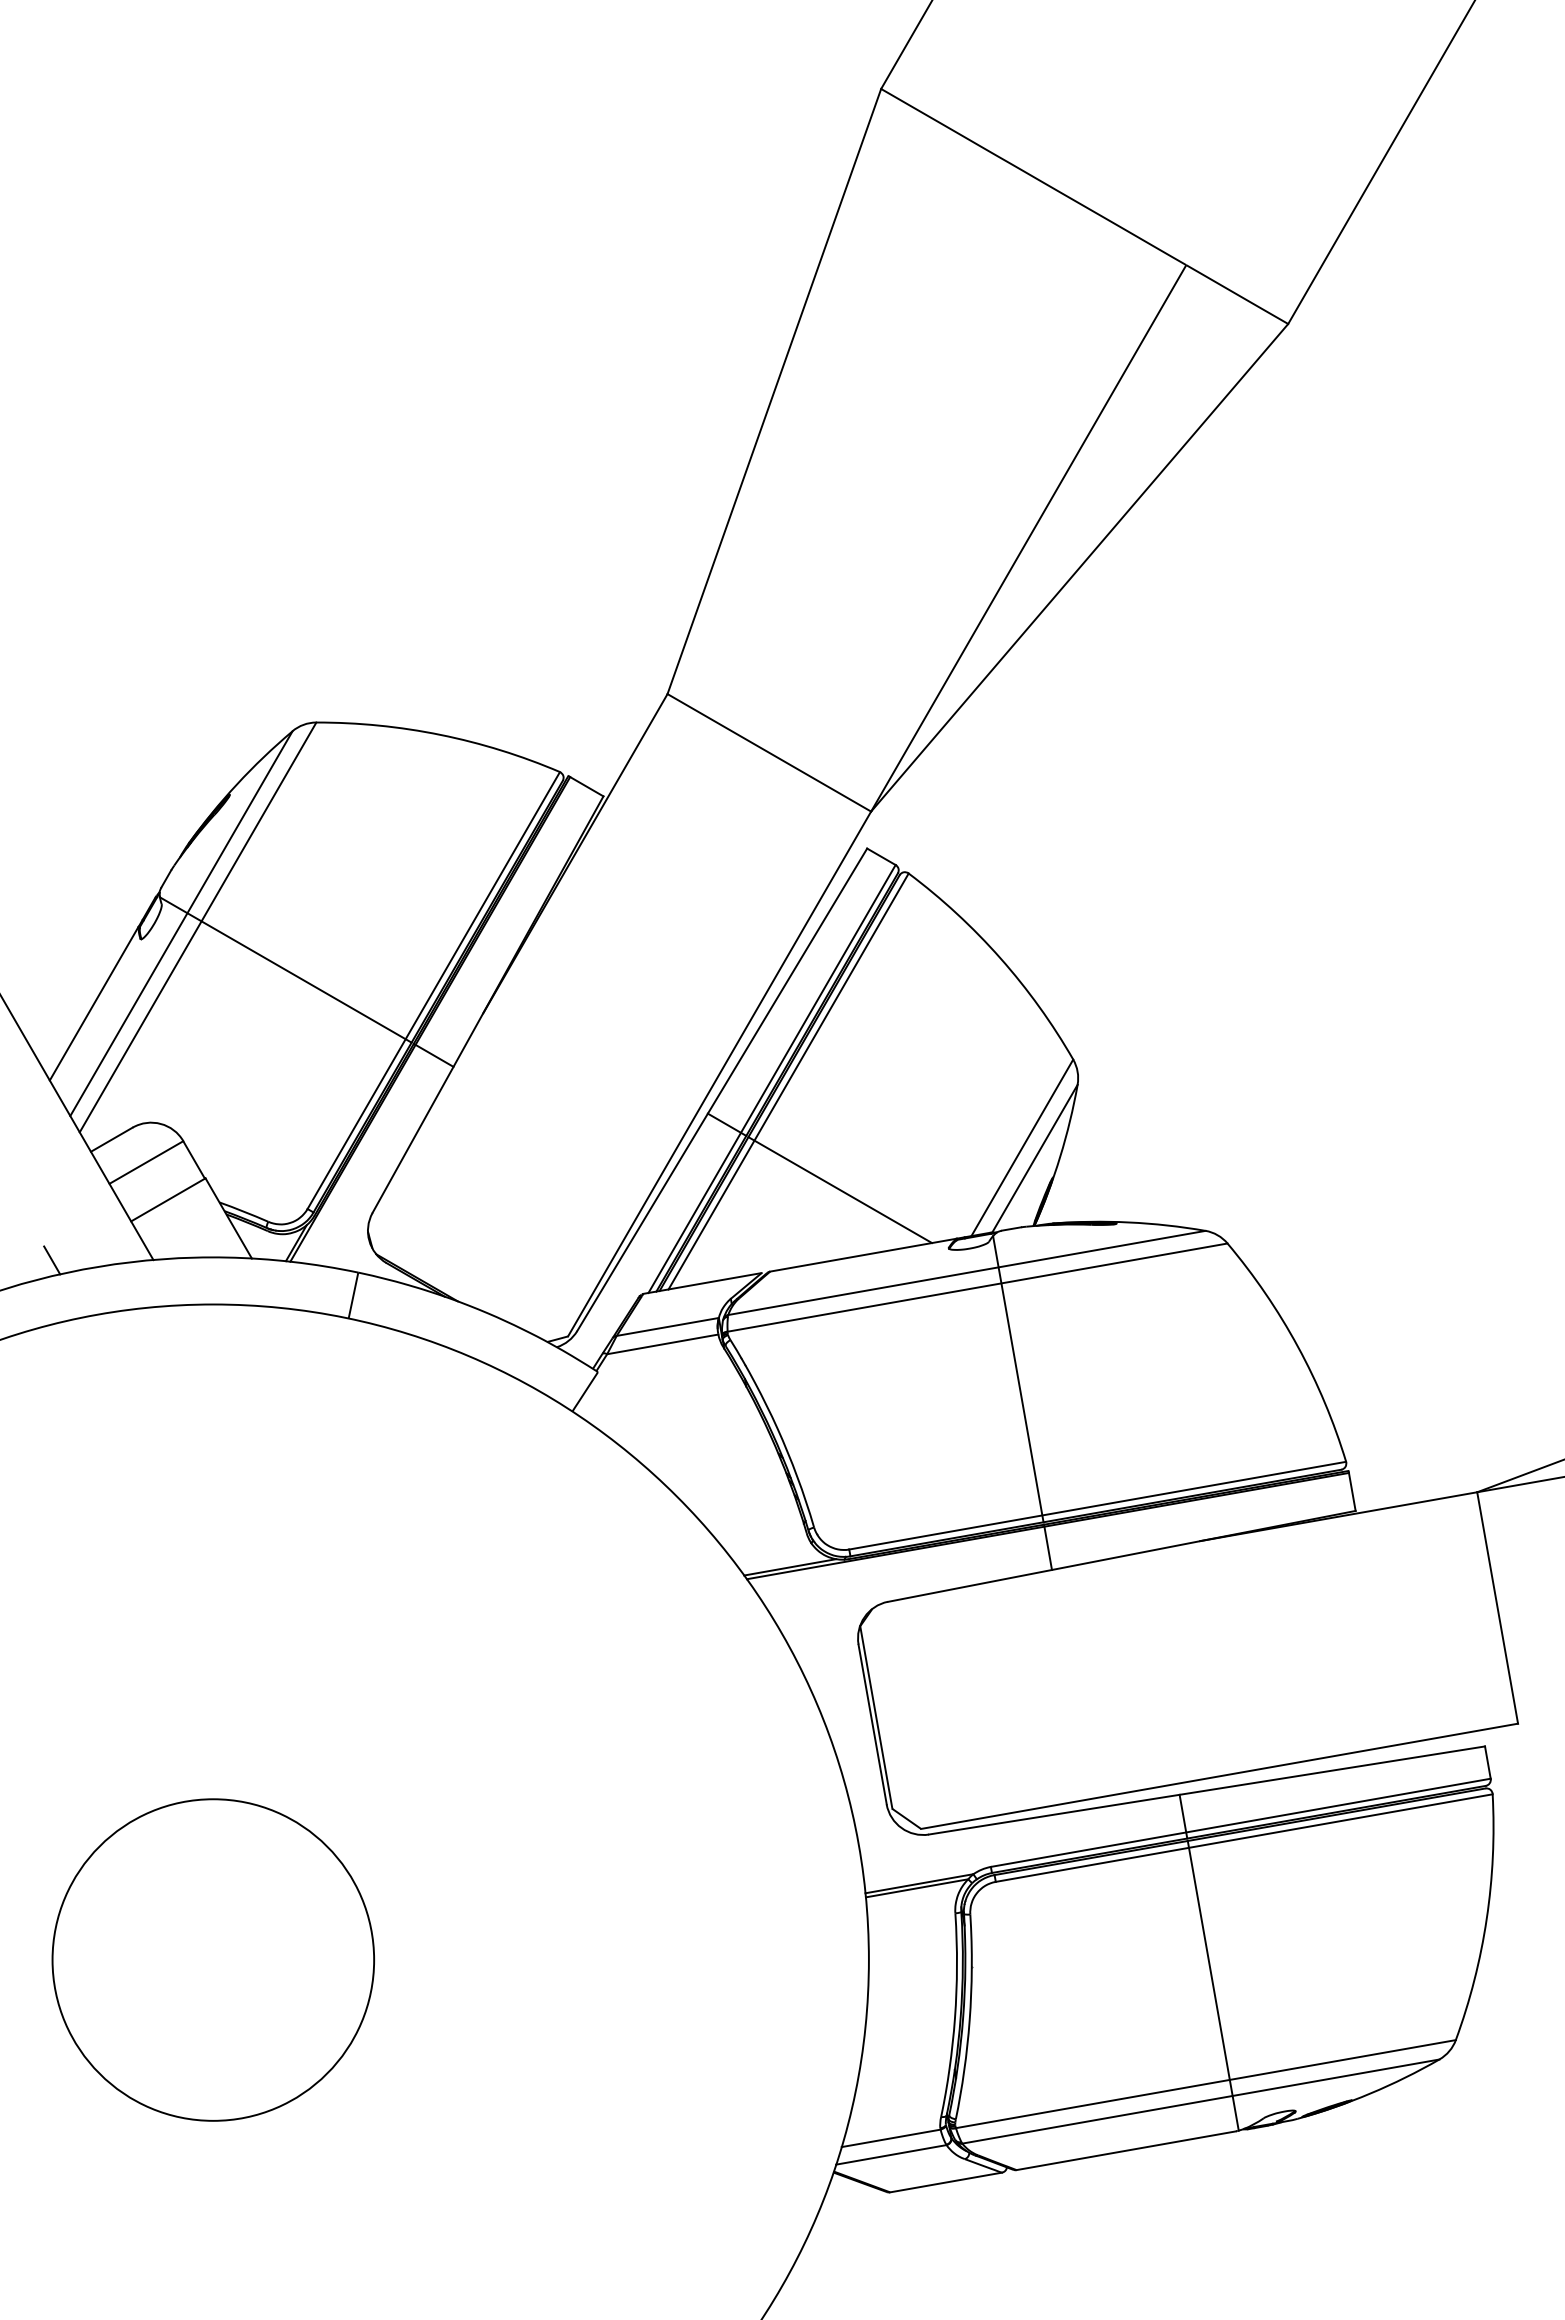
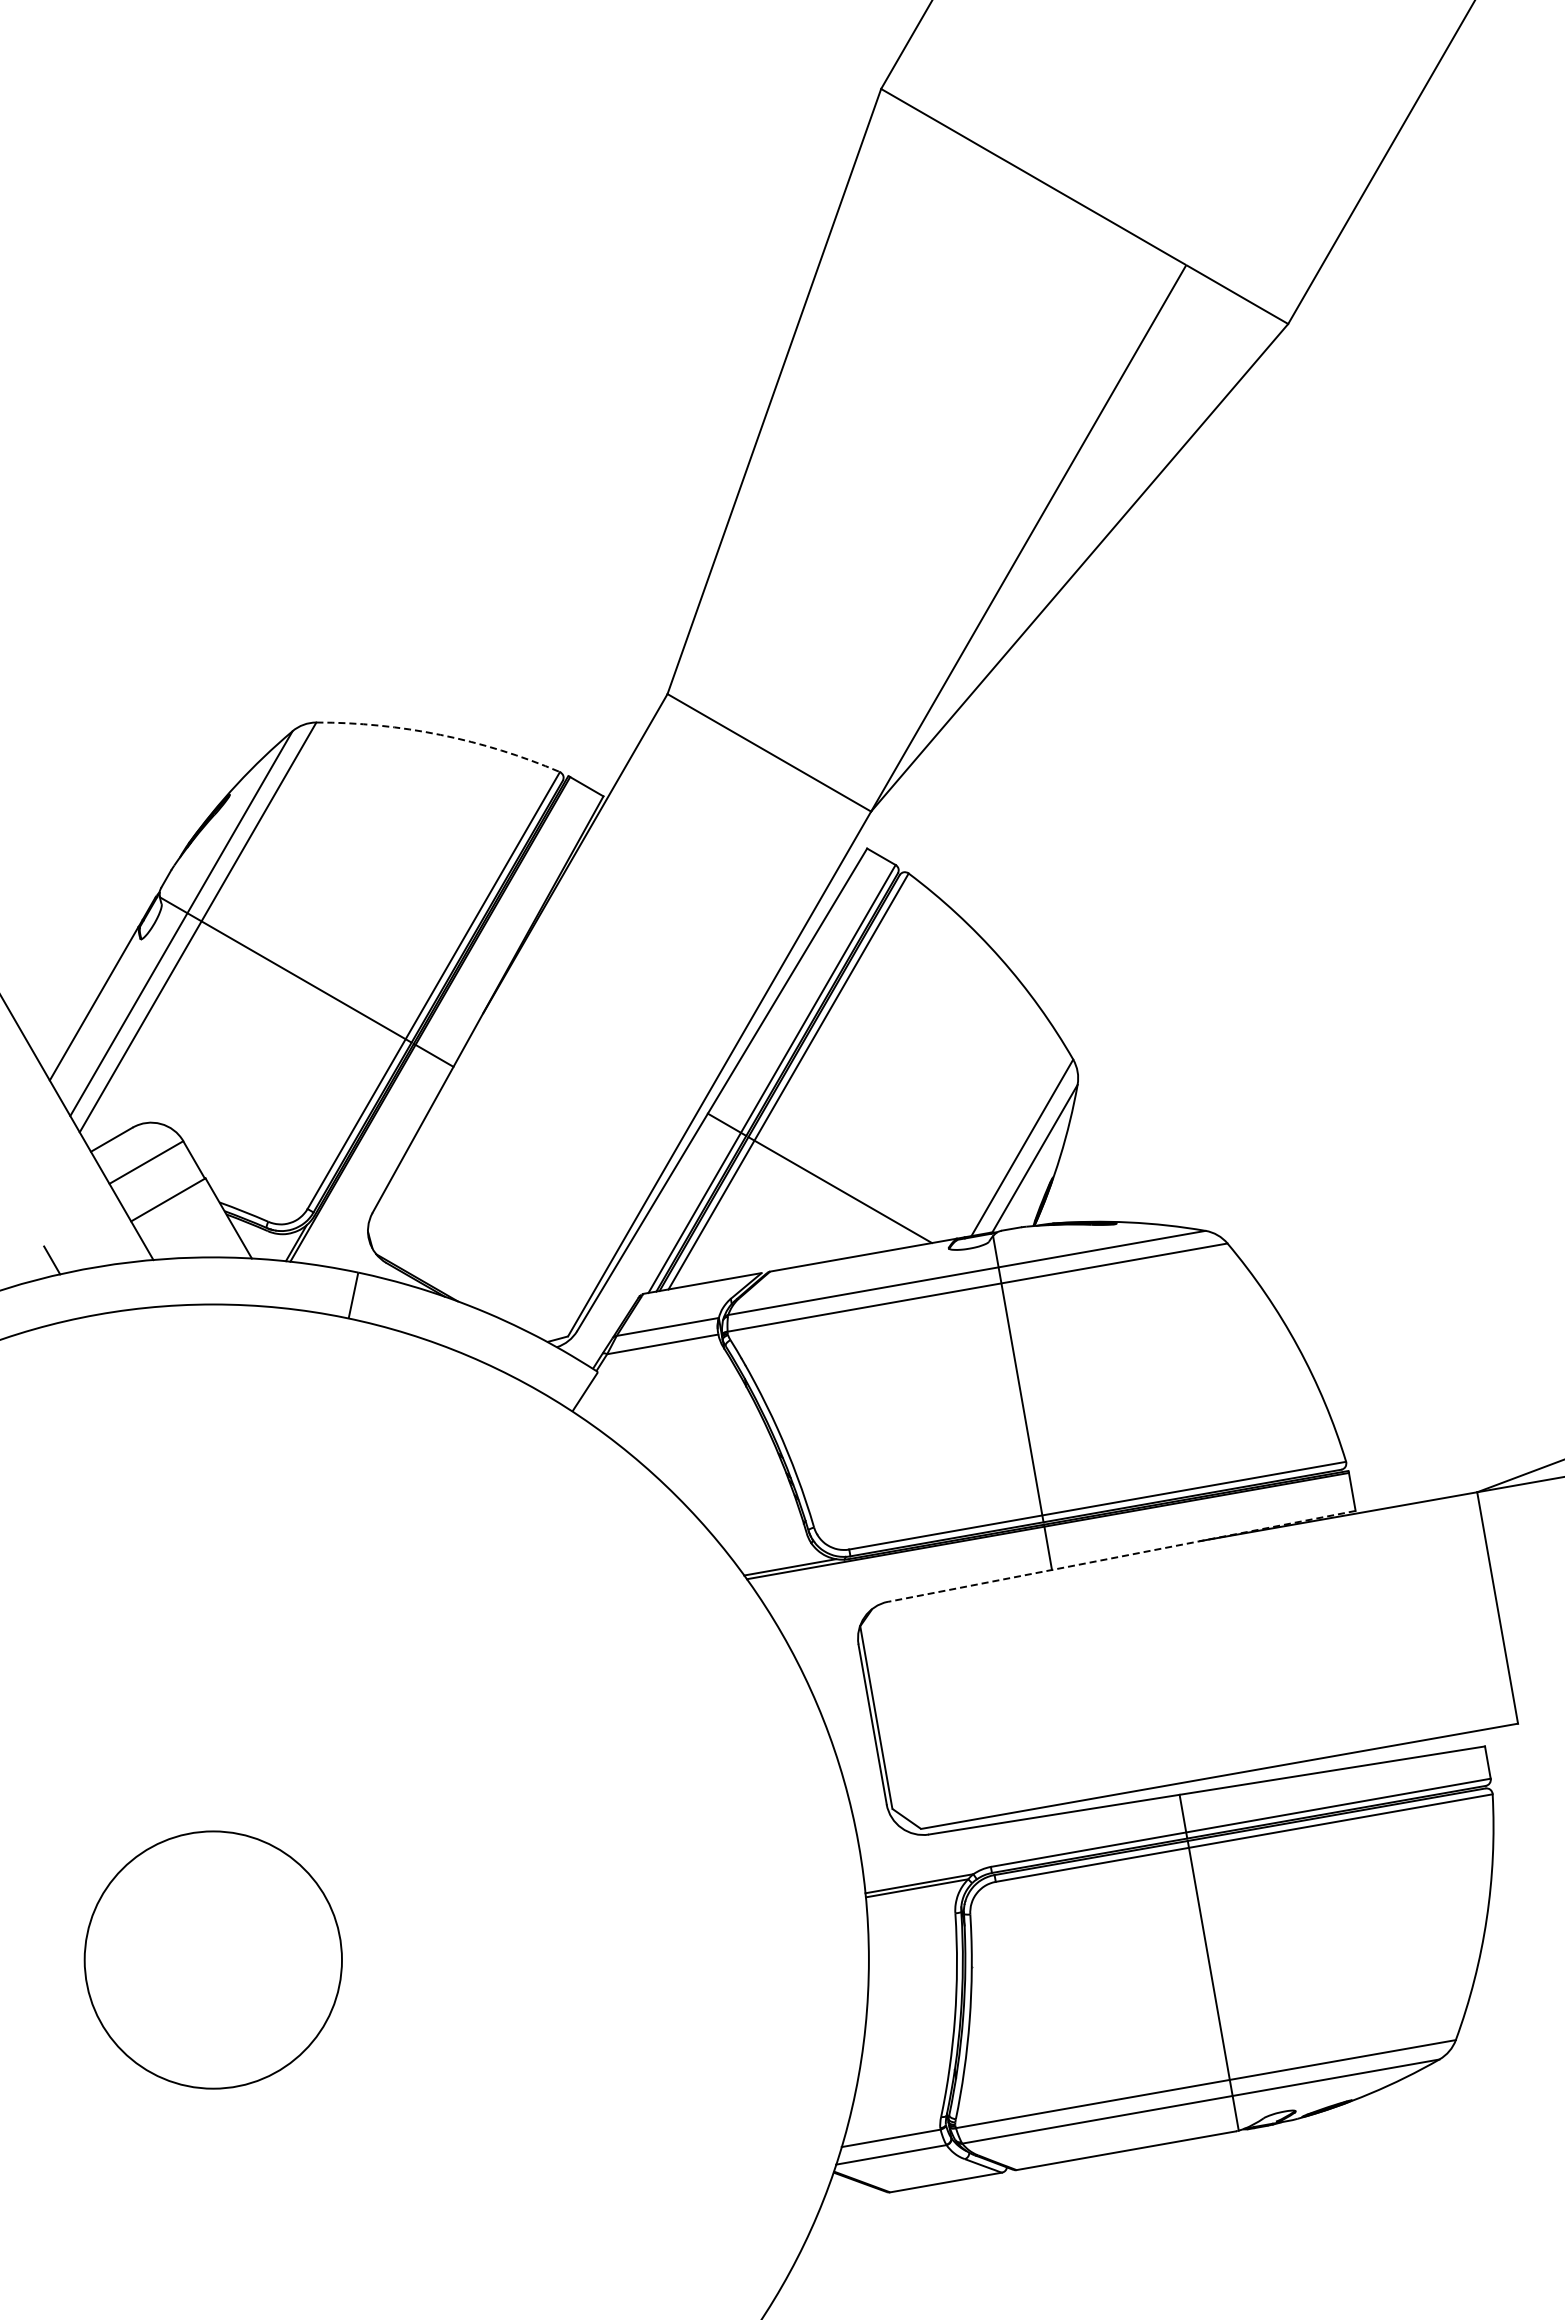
arc at (440, 734): solid -> dashed
line at (1121, 1556): solid -> dashed
circle at (213, 1959) diameter: 322 px -> 257 px
